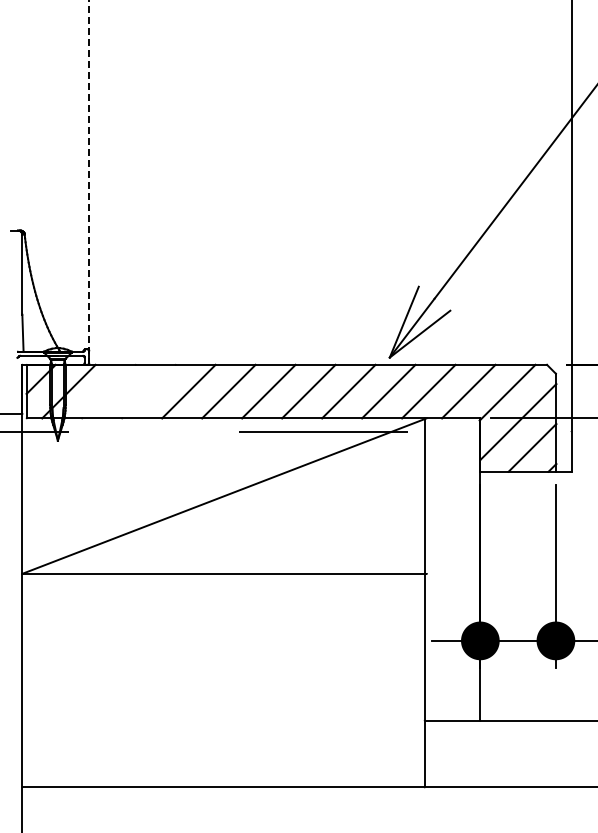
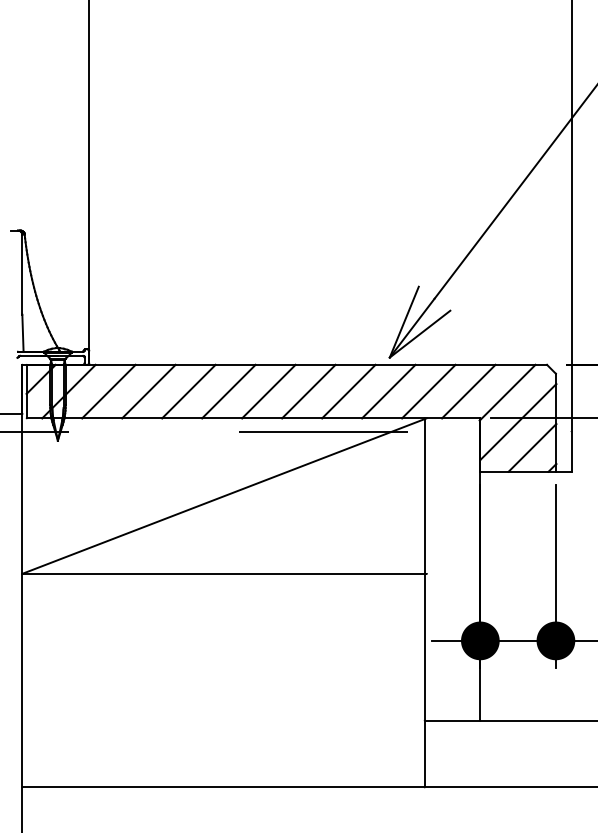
line at (89, 182): dashed -> solid
line at (108, 391): none -> present
line at (148, 391): none -> present
